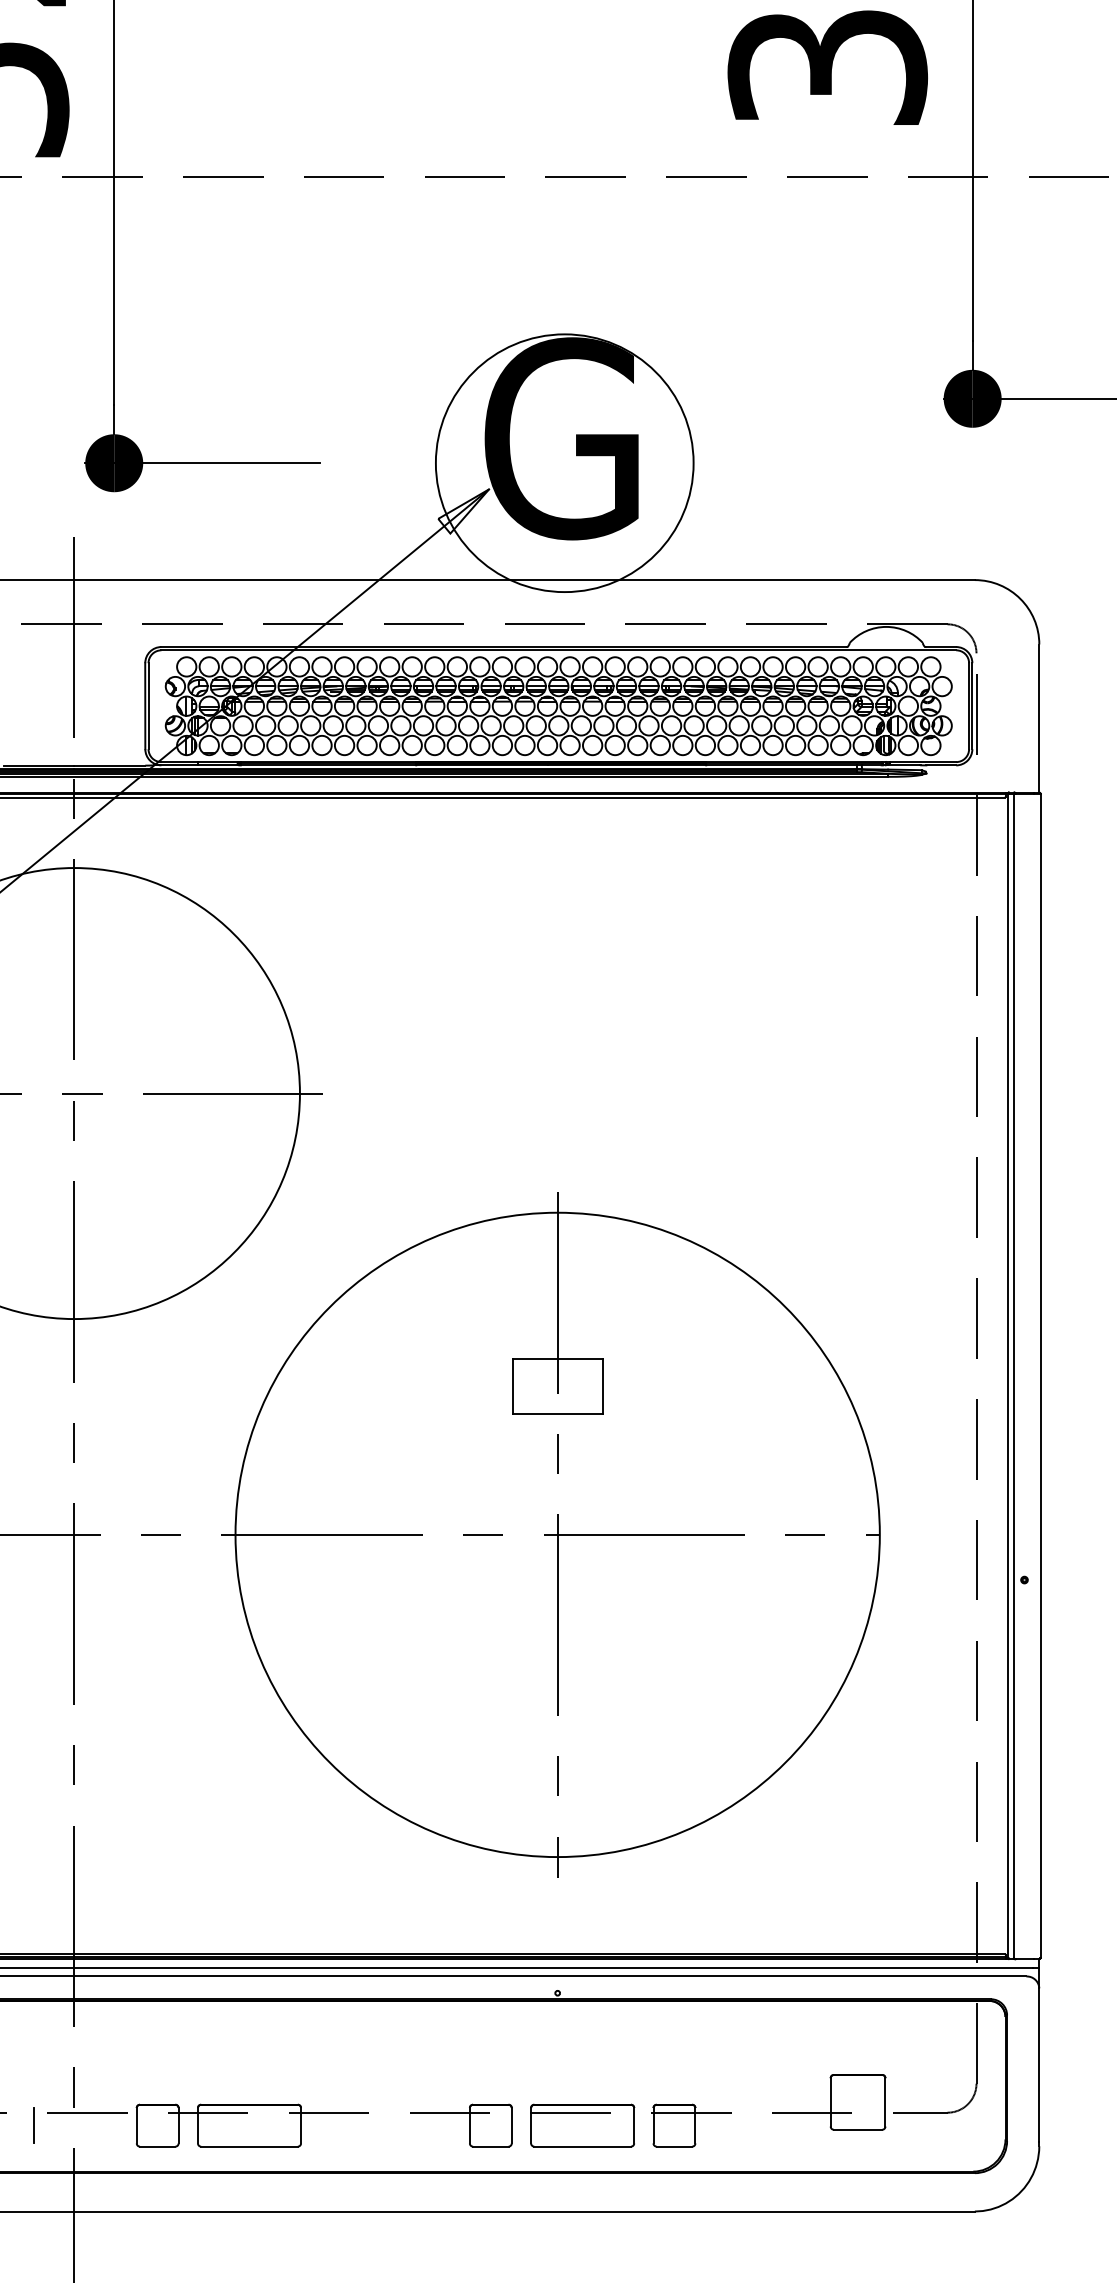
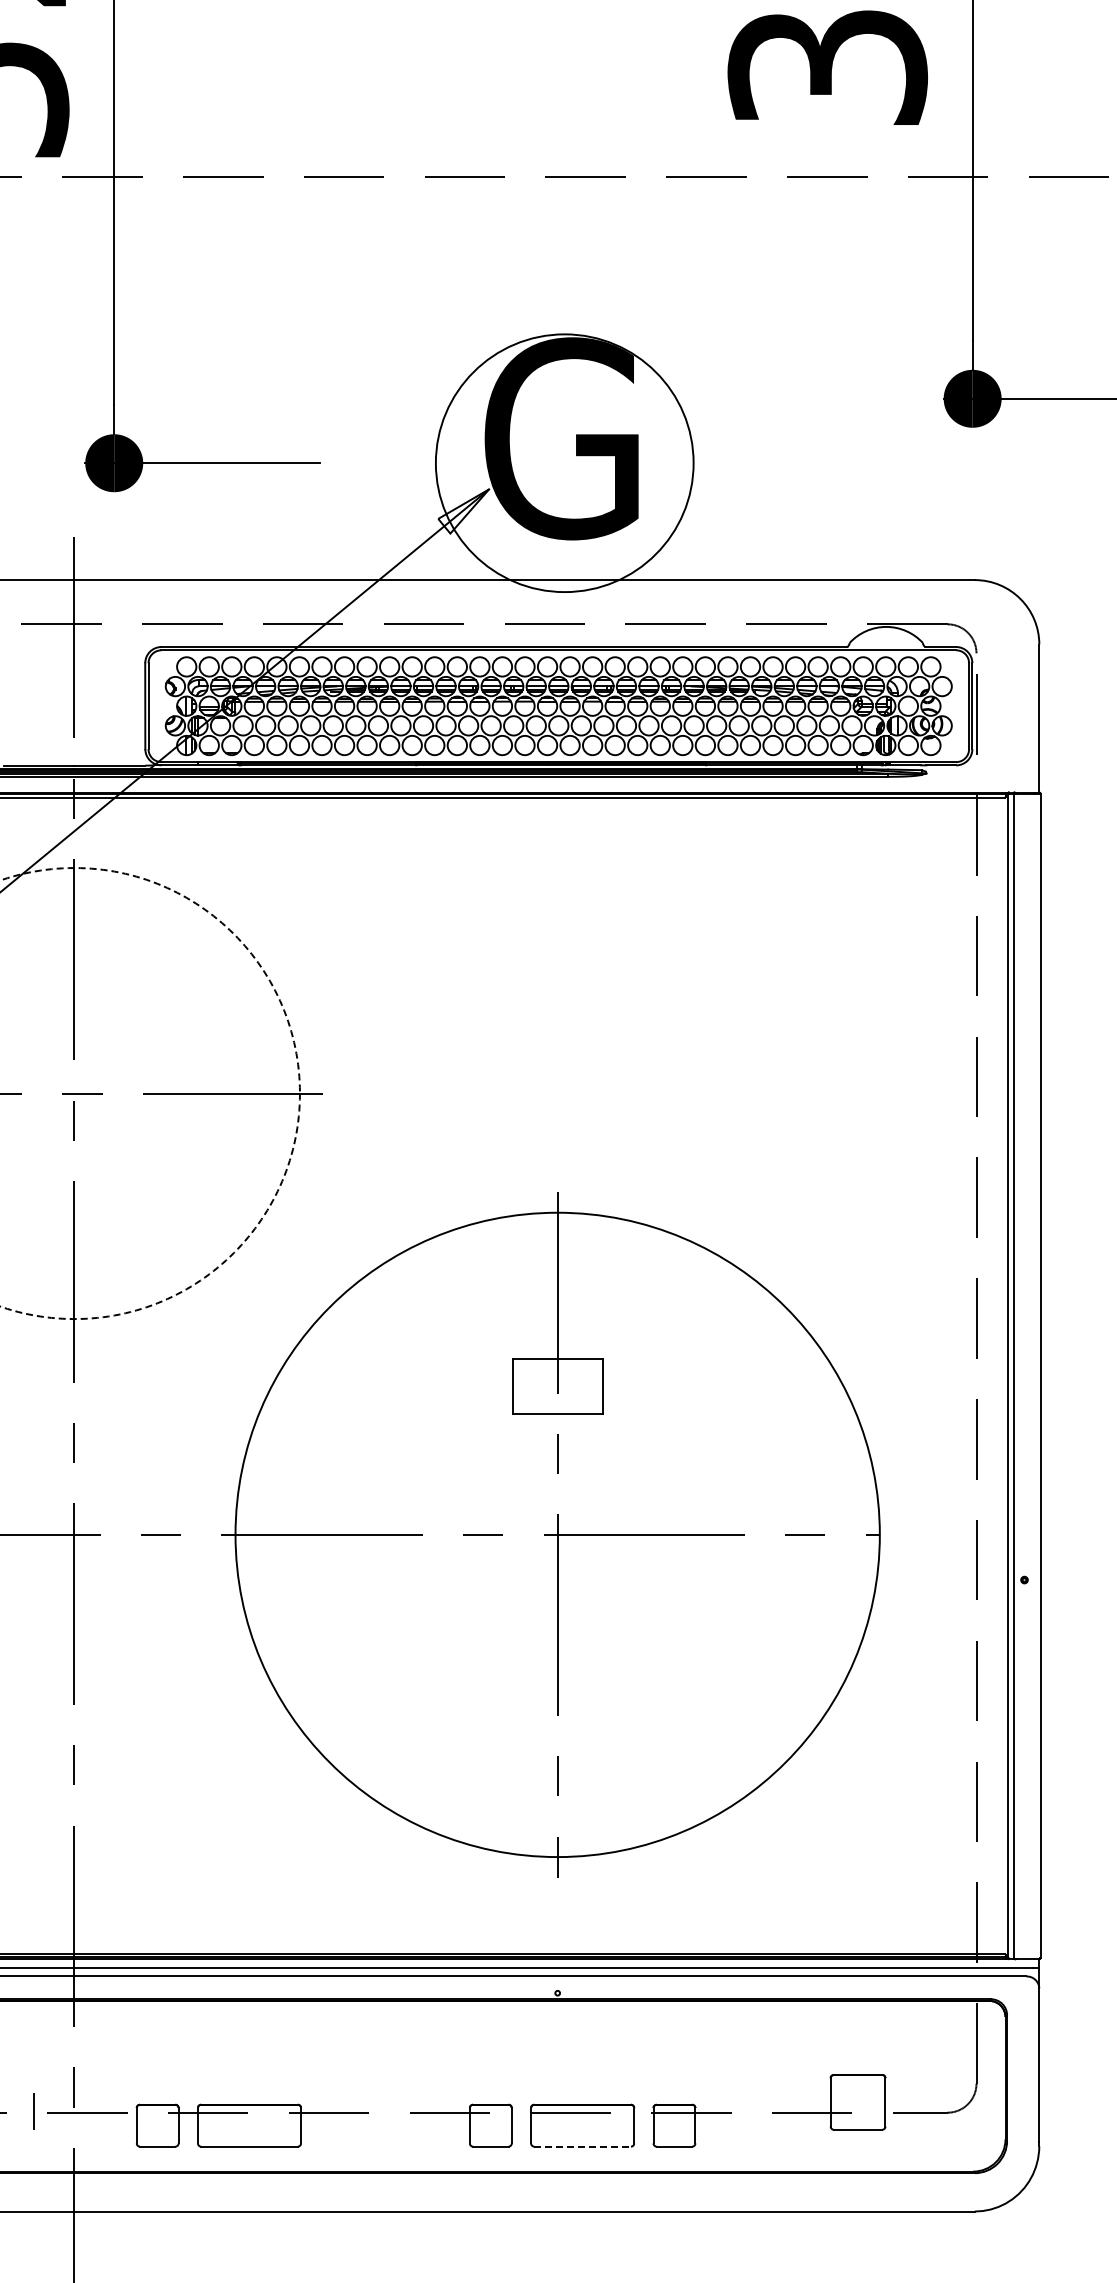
circle at (149, 1093): solid -> dashed
line at (33, 2125) position: (33, 2125) -> (33, 2111)
line at (583, 2146): solid -> dashed
